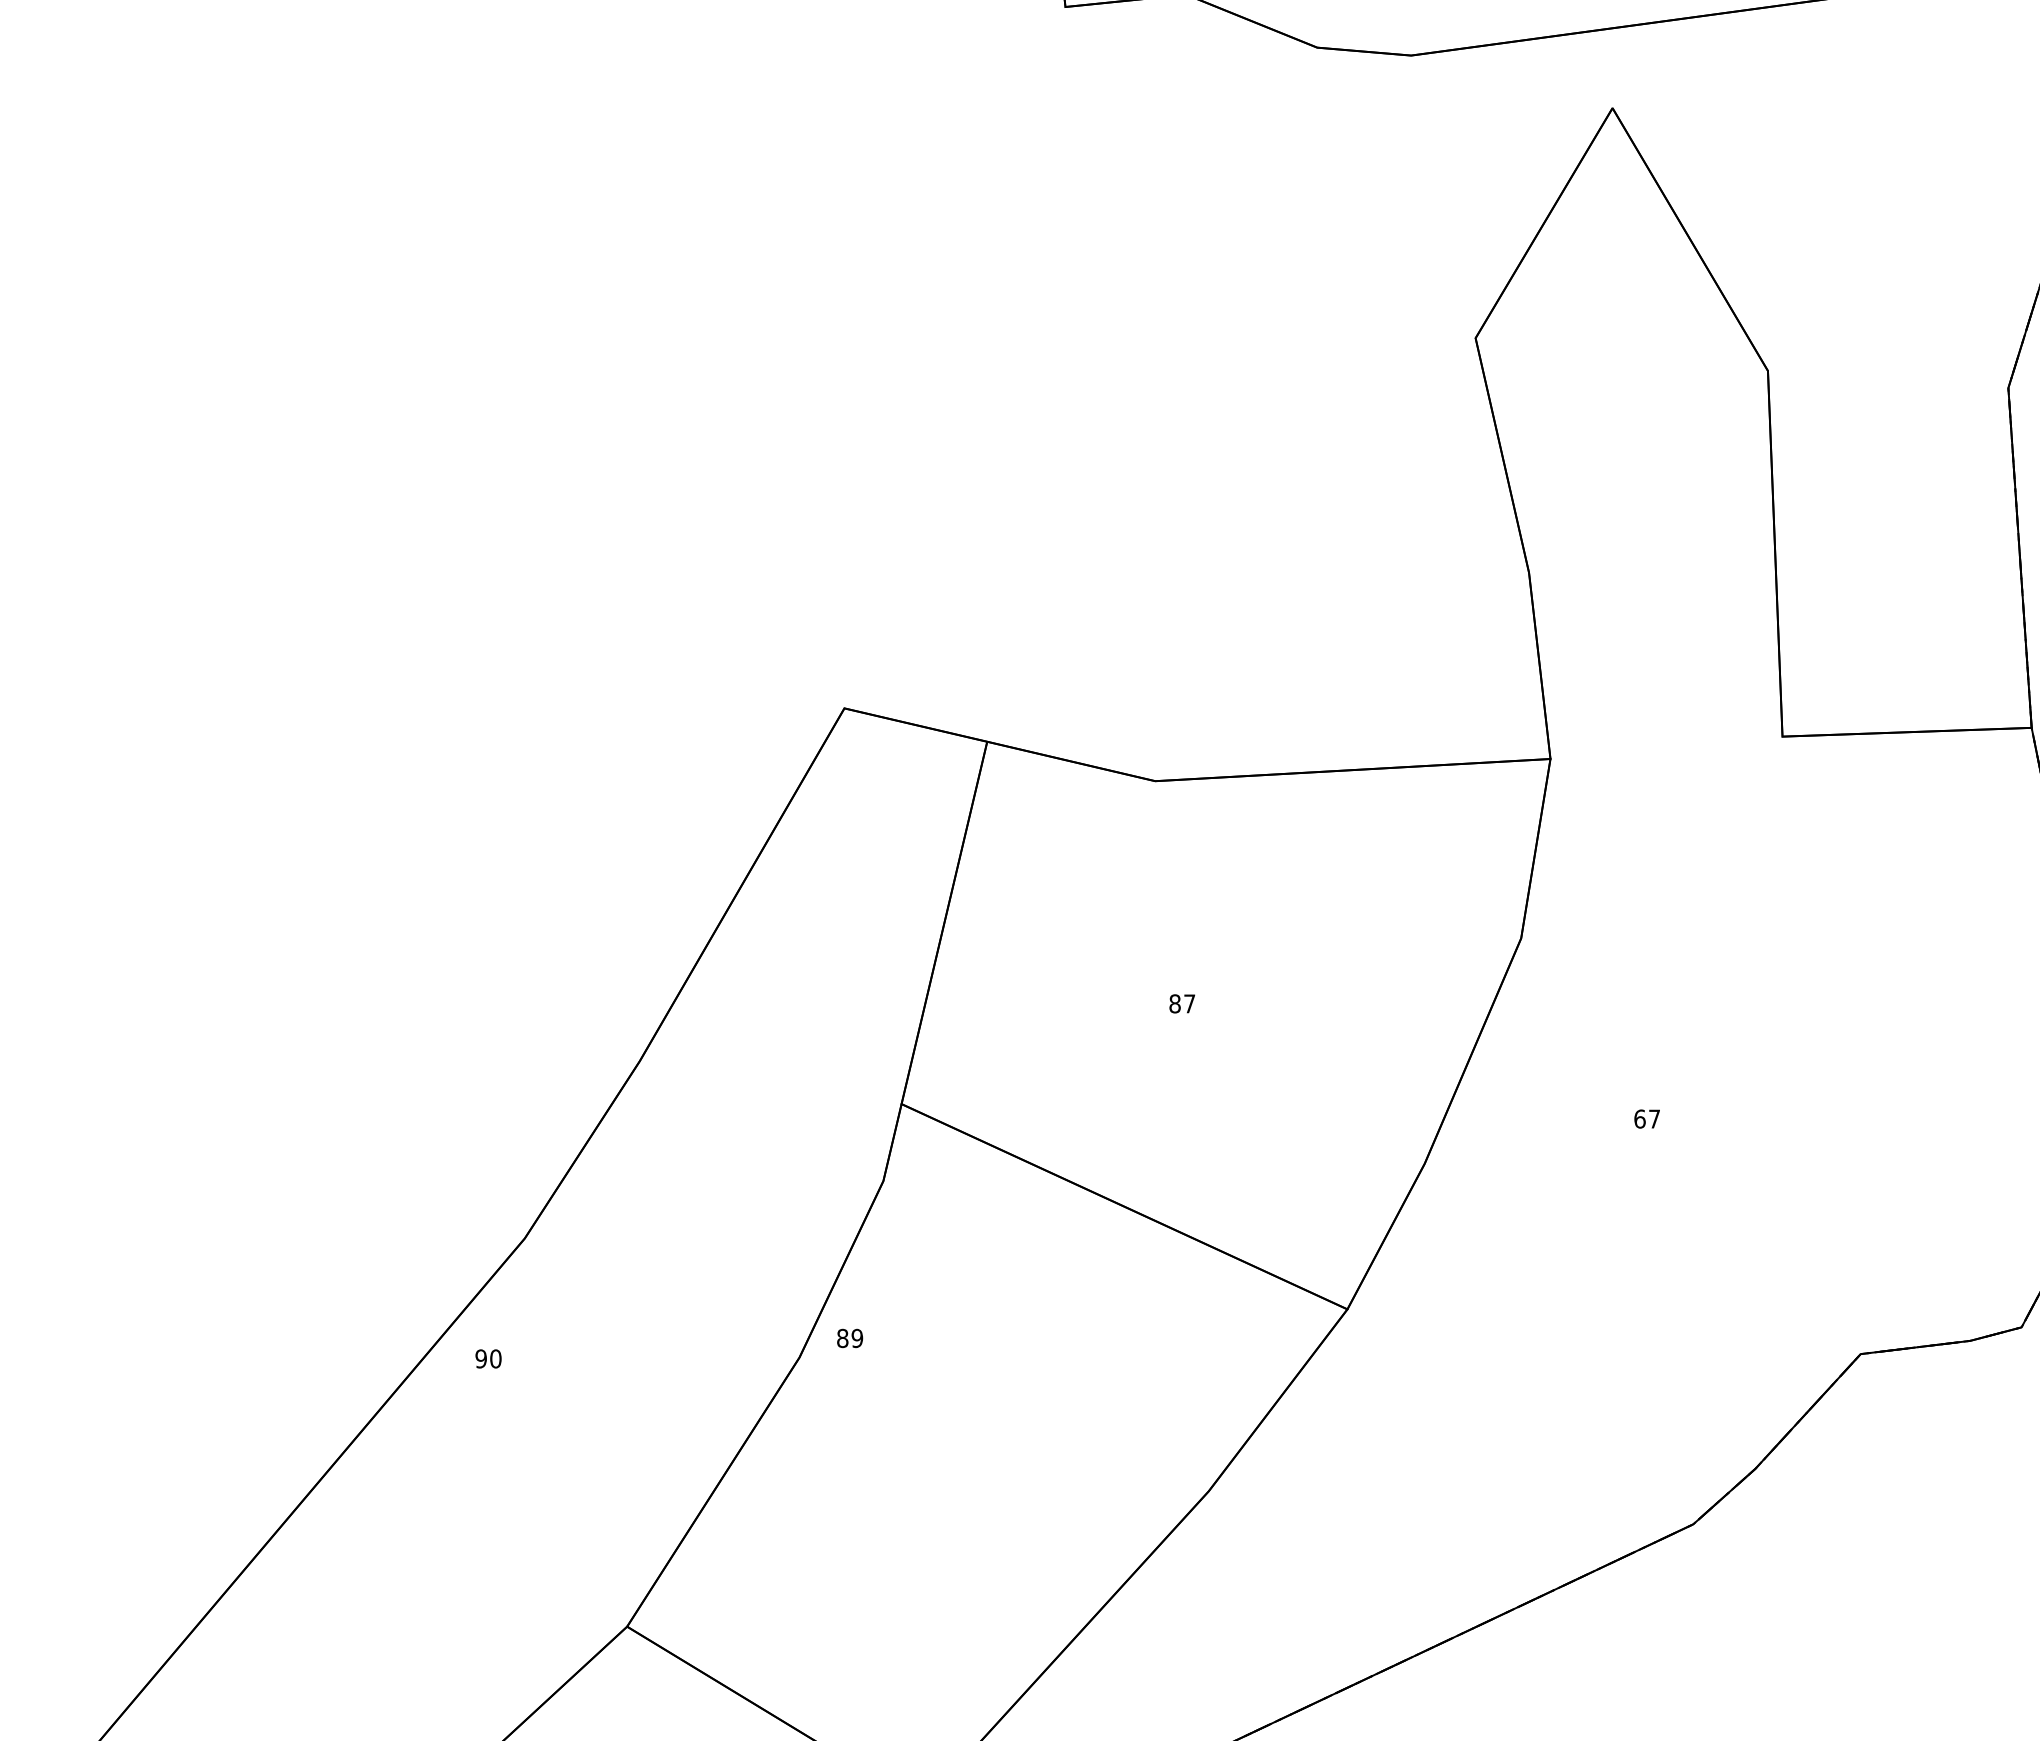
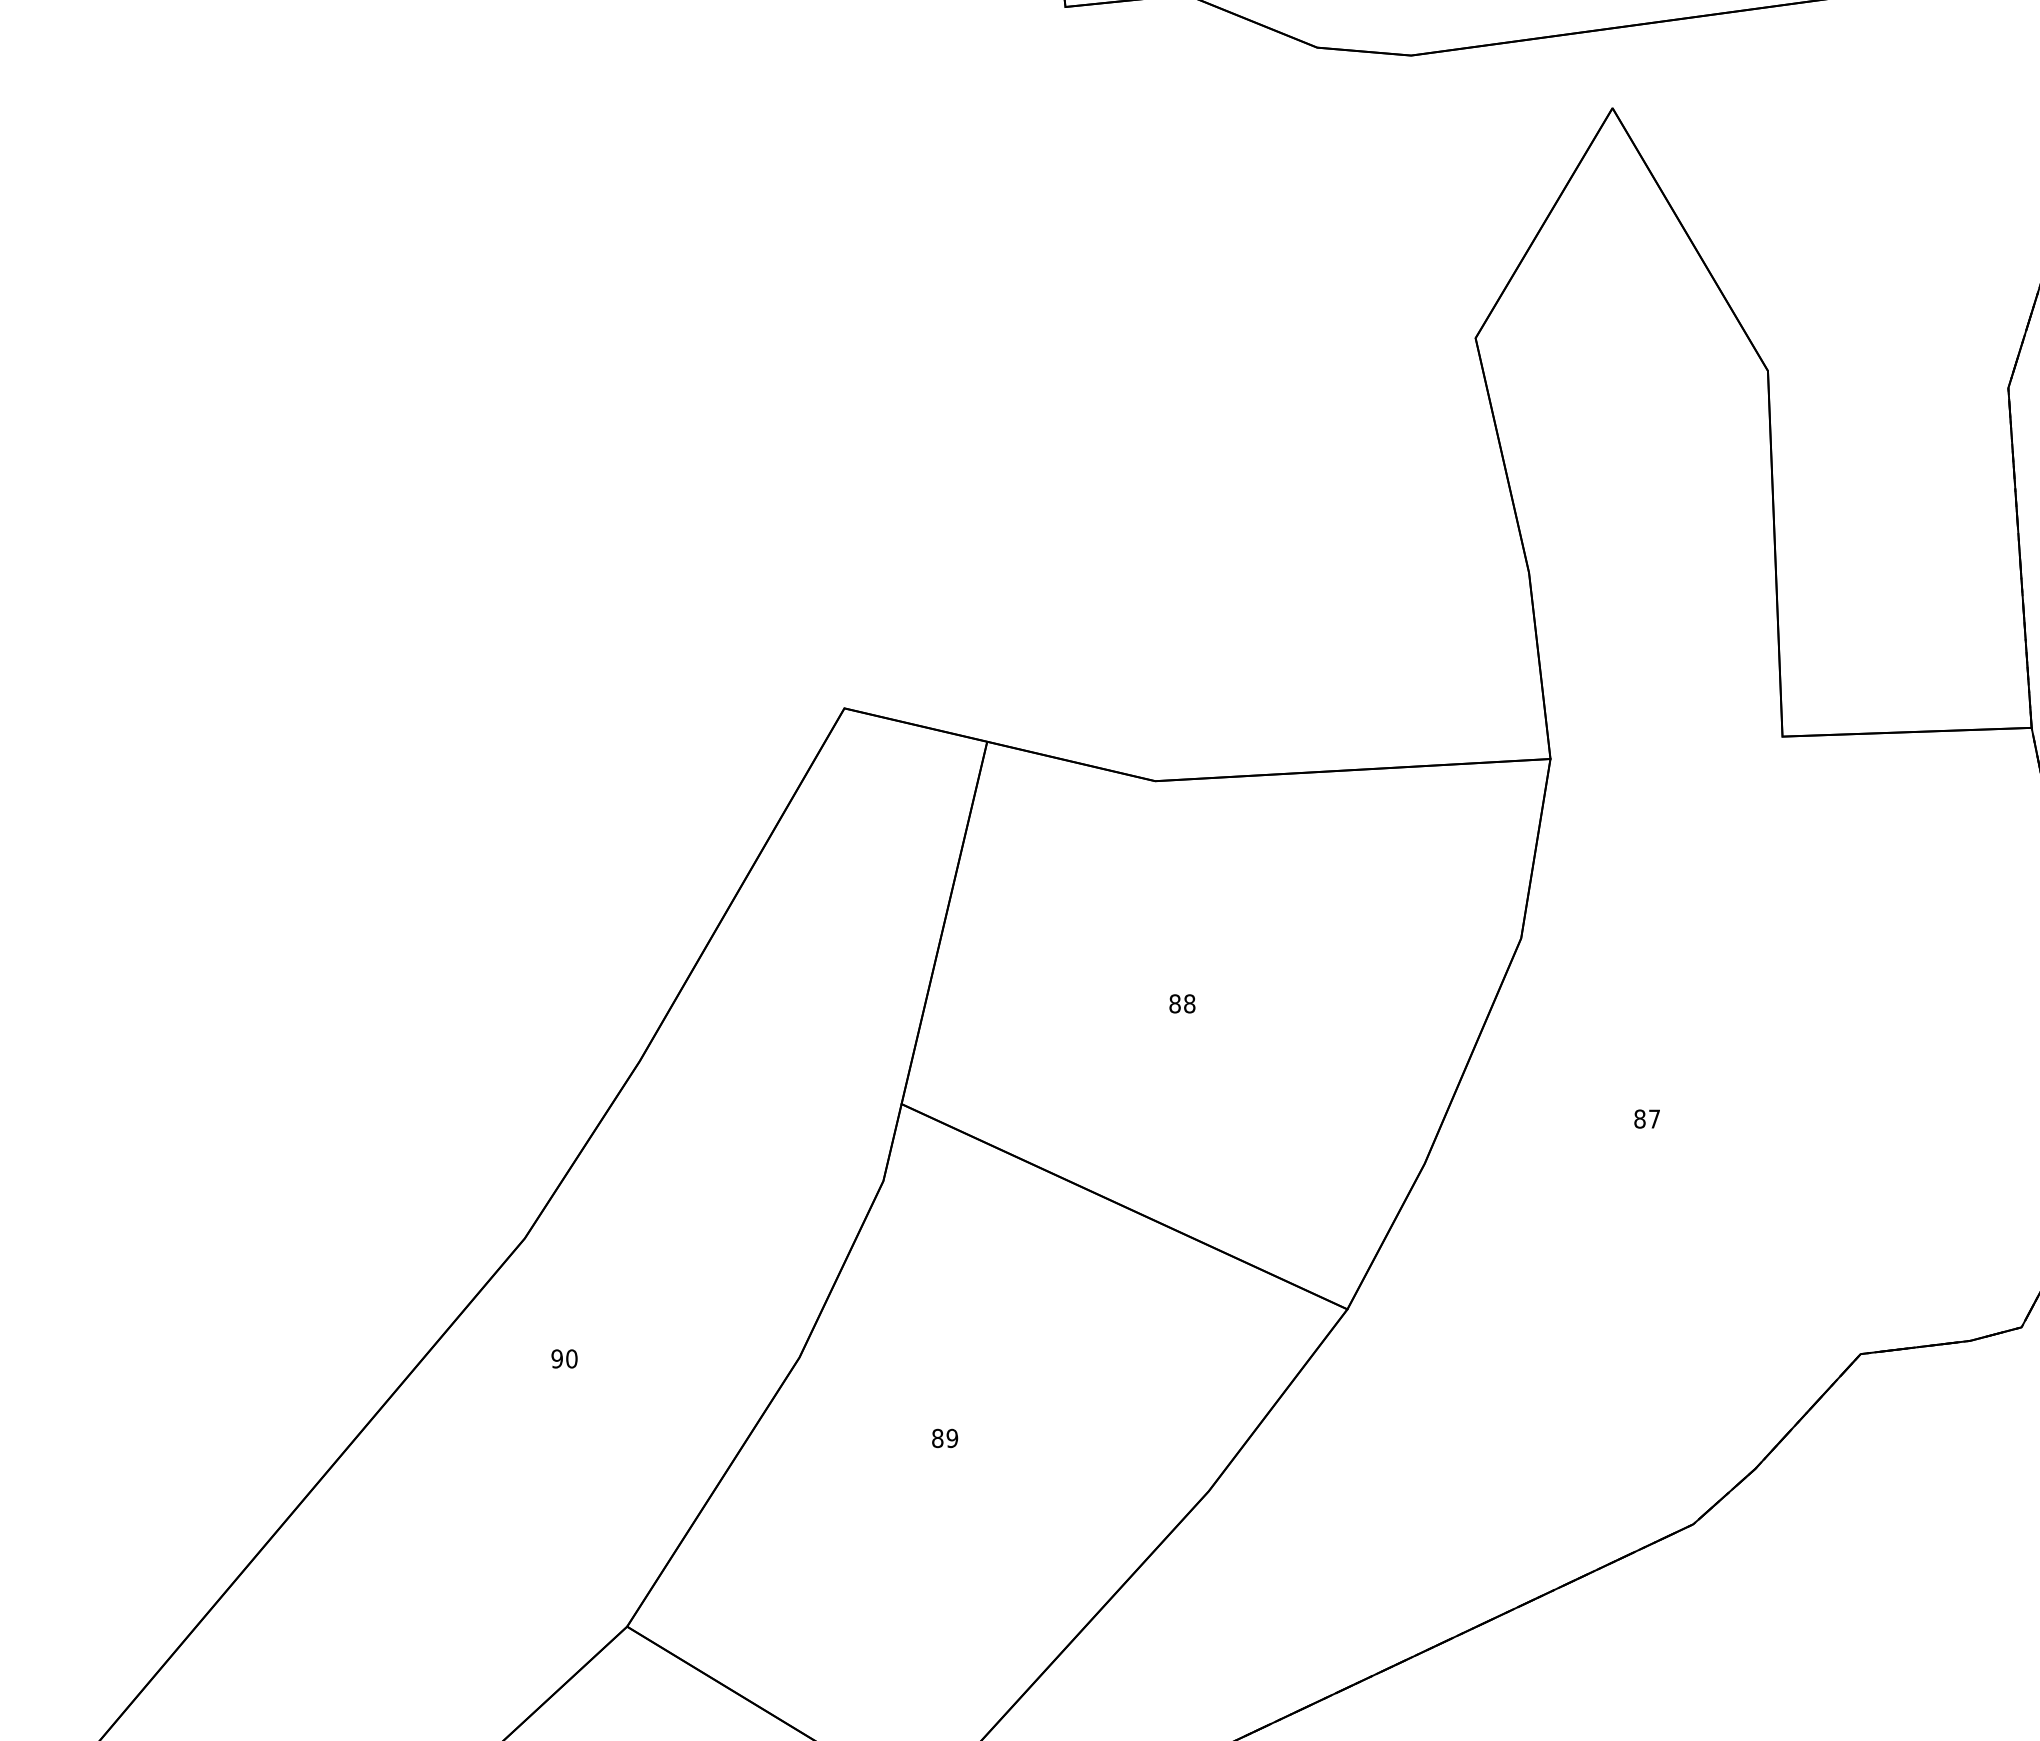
text at (1189, 1003): 87 -> 88
text at (1639, 1118): 67 -> 87
text at (850, 1338) position: (850, 1338) -> (945, 1438)
text at (488, 1358) position: (488, 1358) -> (564, 1358)
